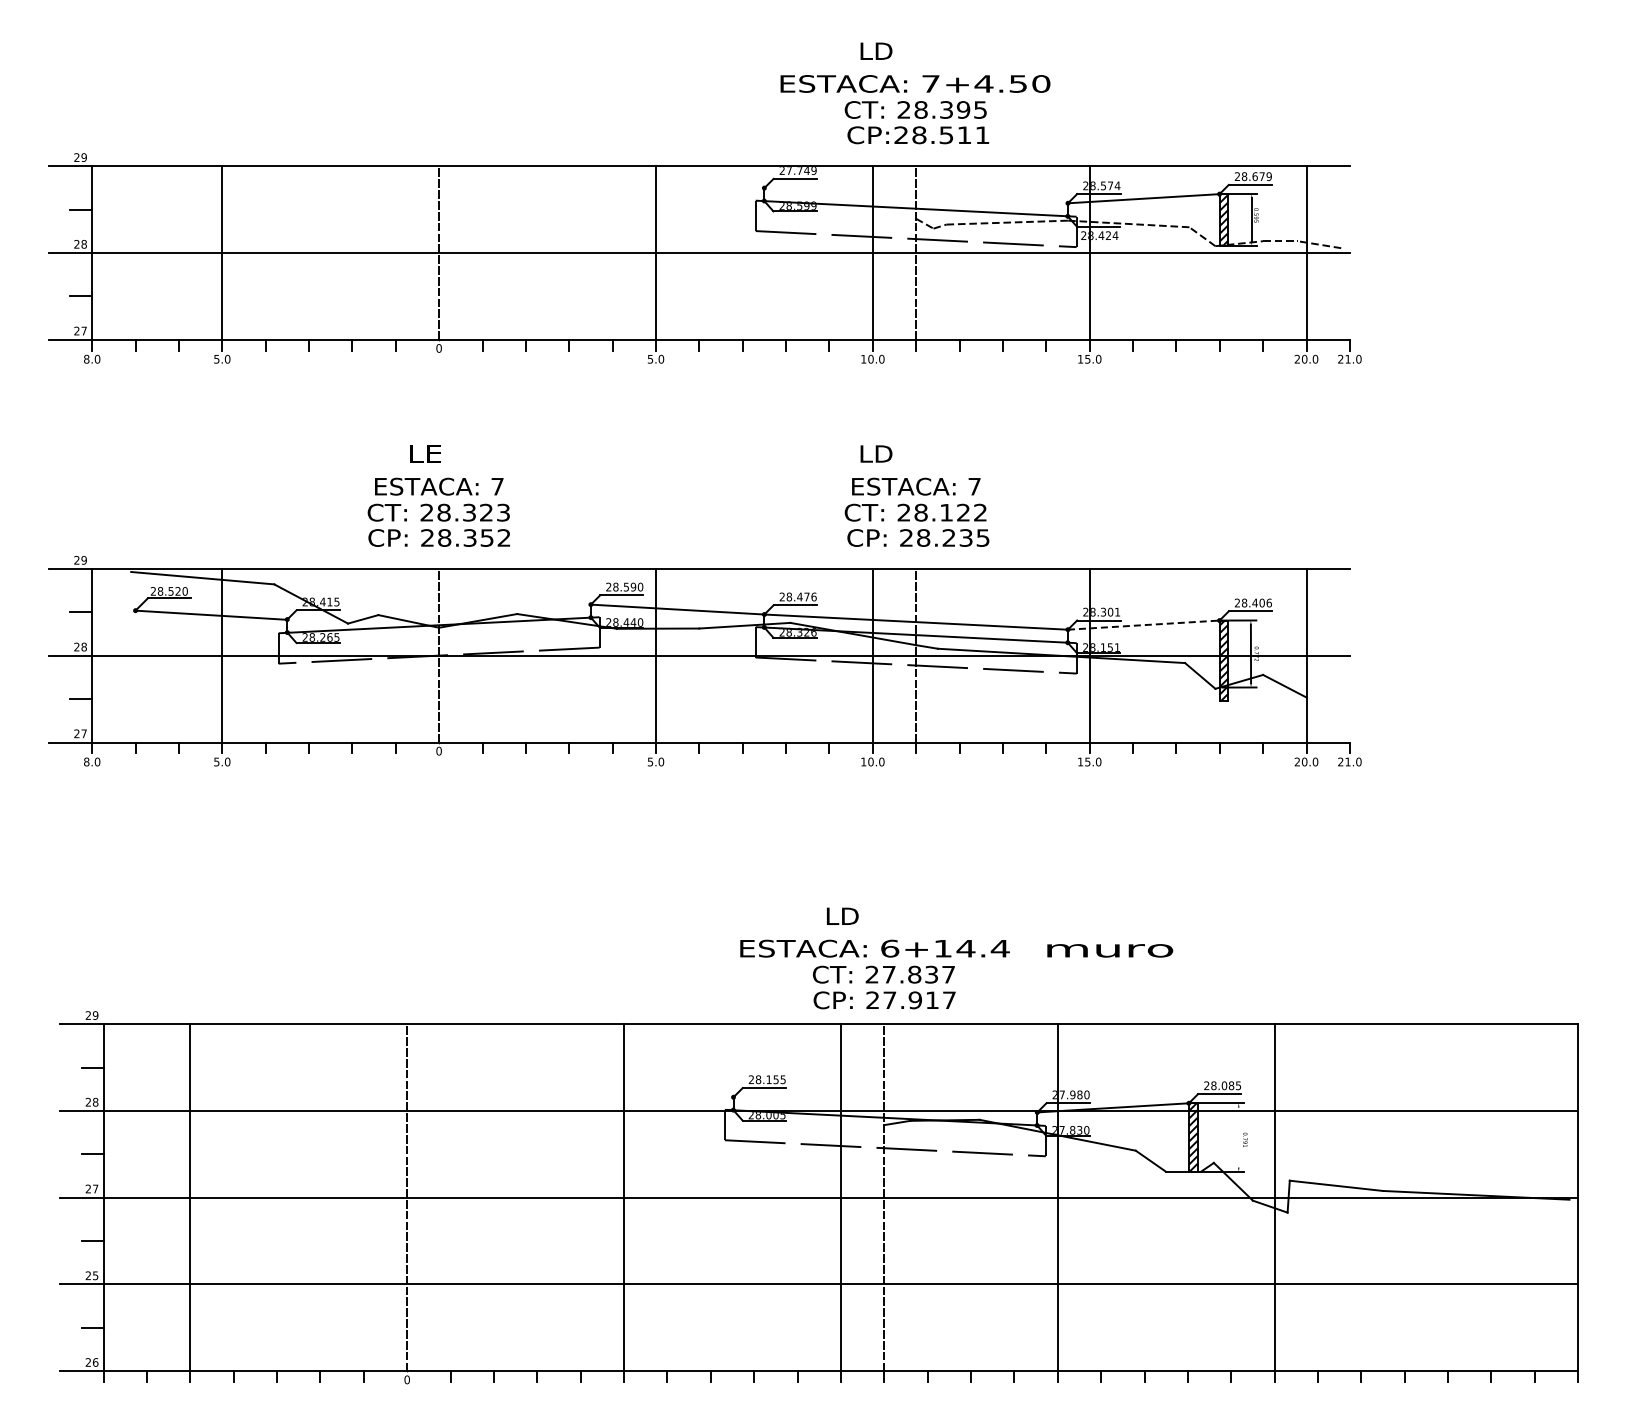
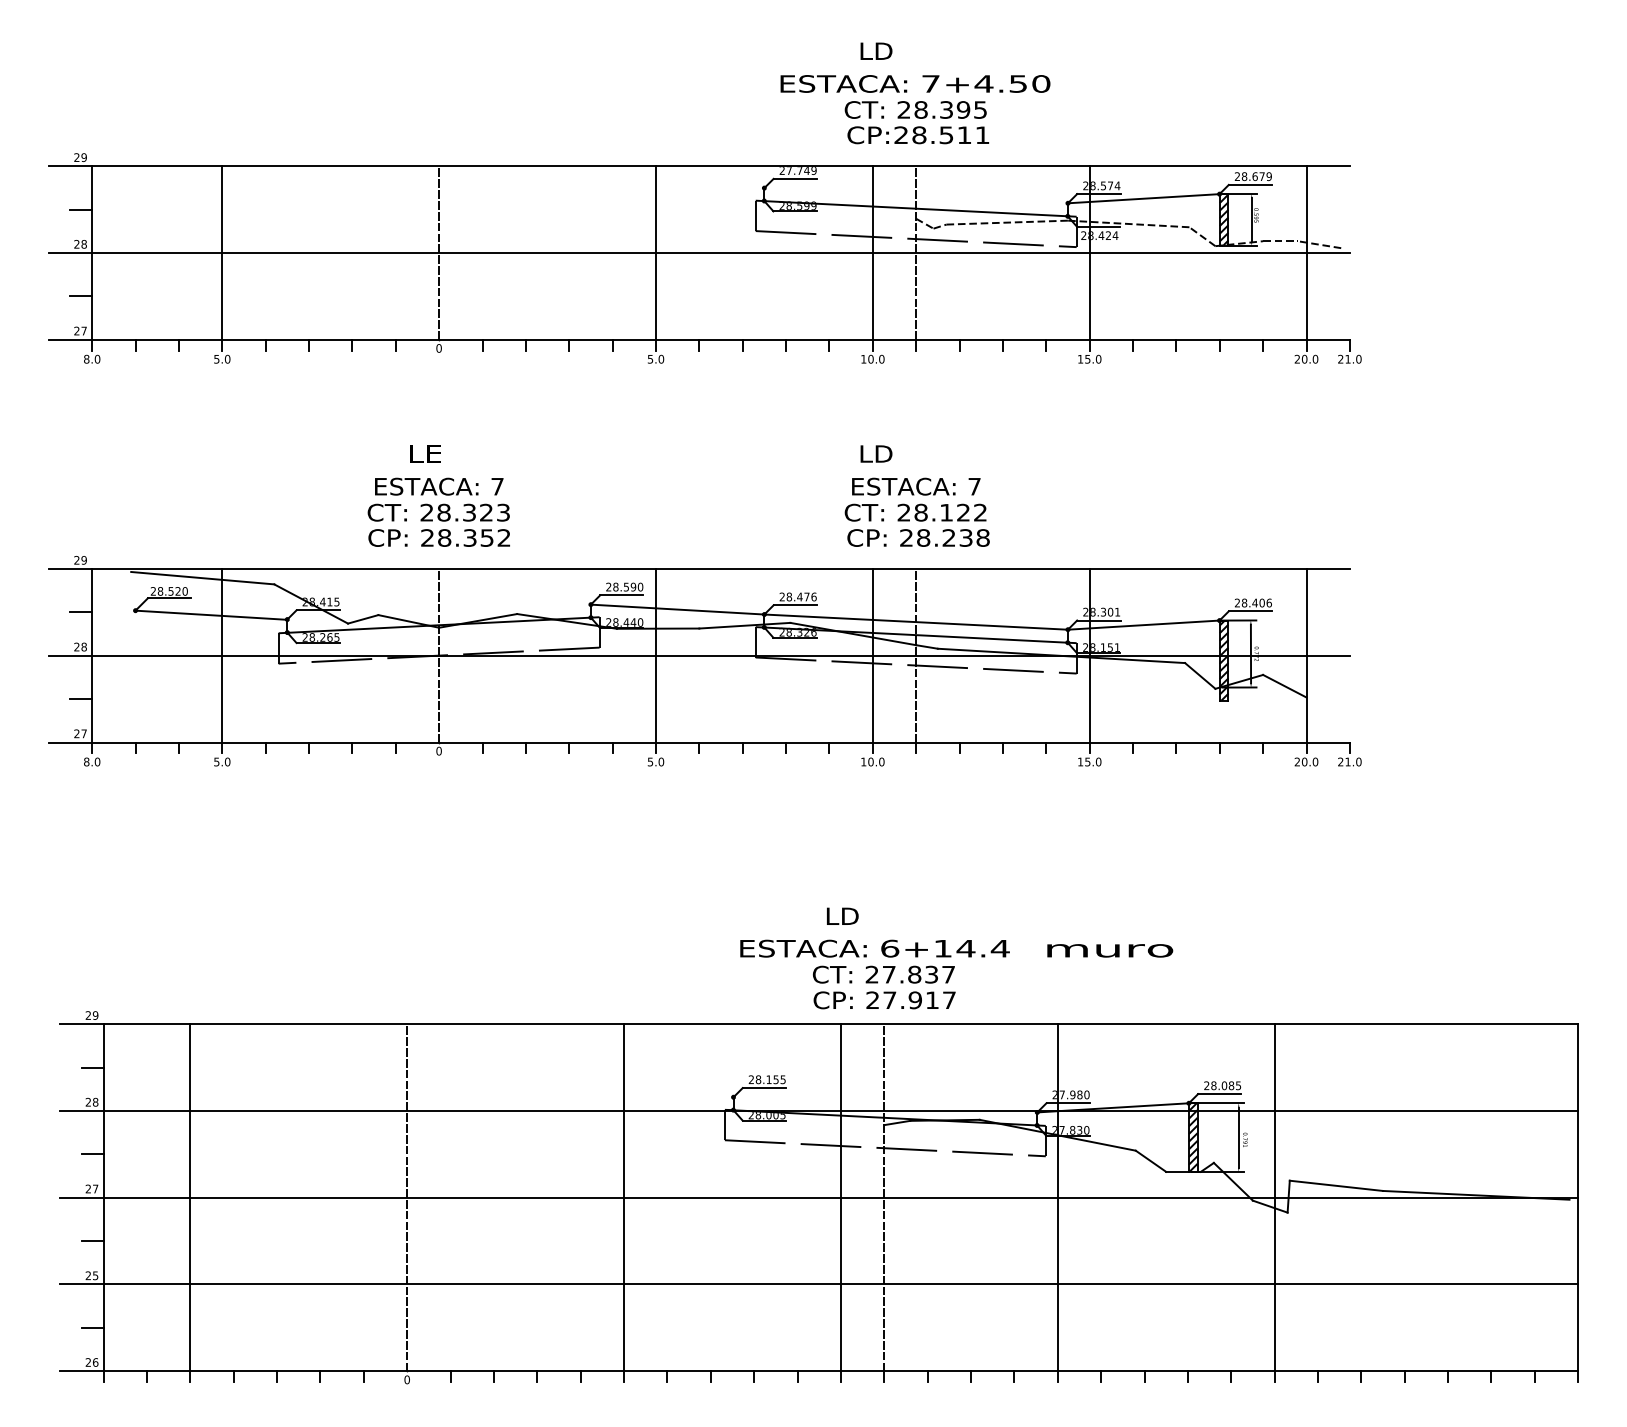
text at (982, 537): 28.235 -> 28.238
line at (1144, 625): dashed -> solid
line at (1238, 1137): none -> present
